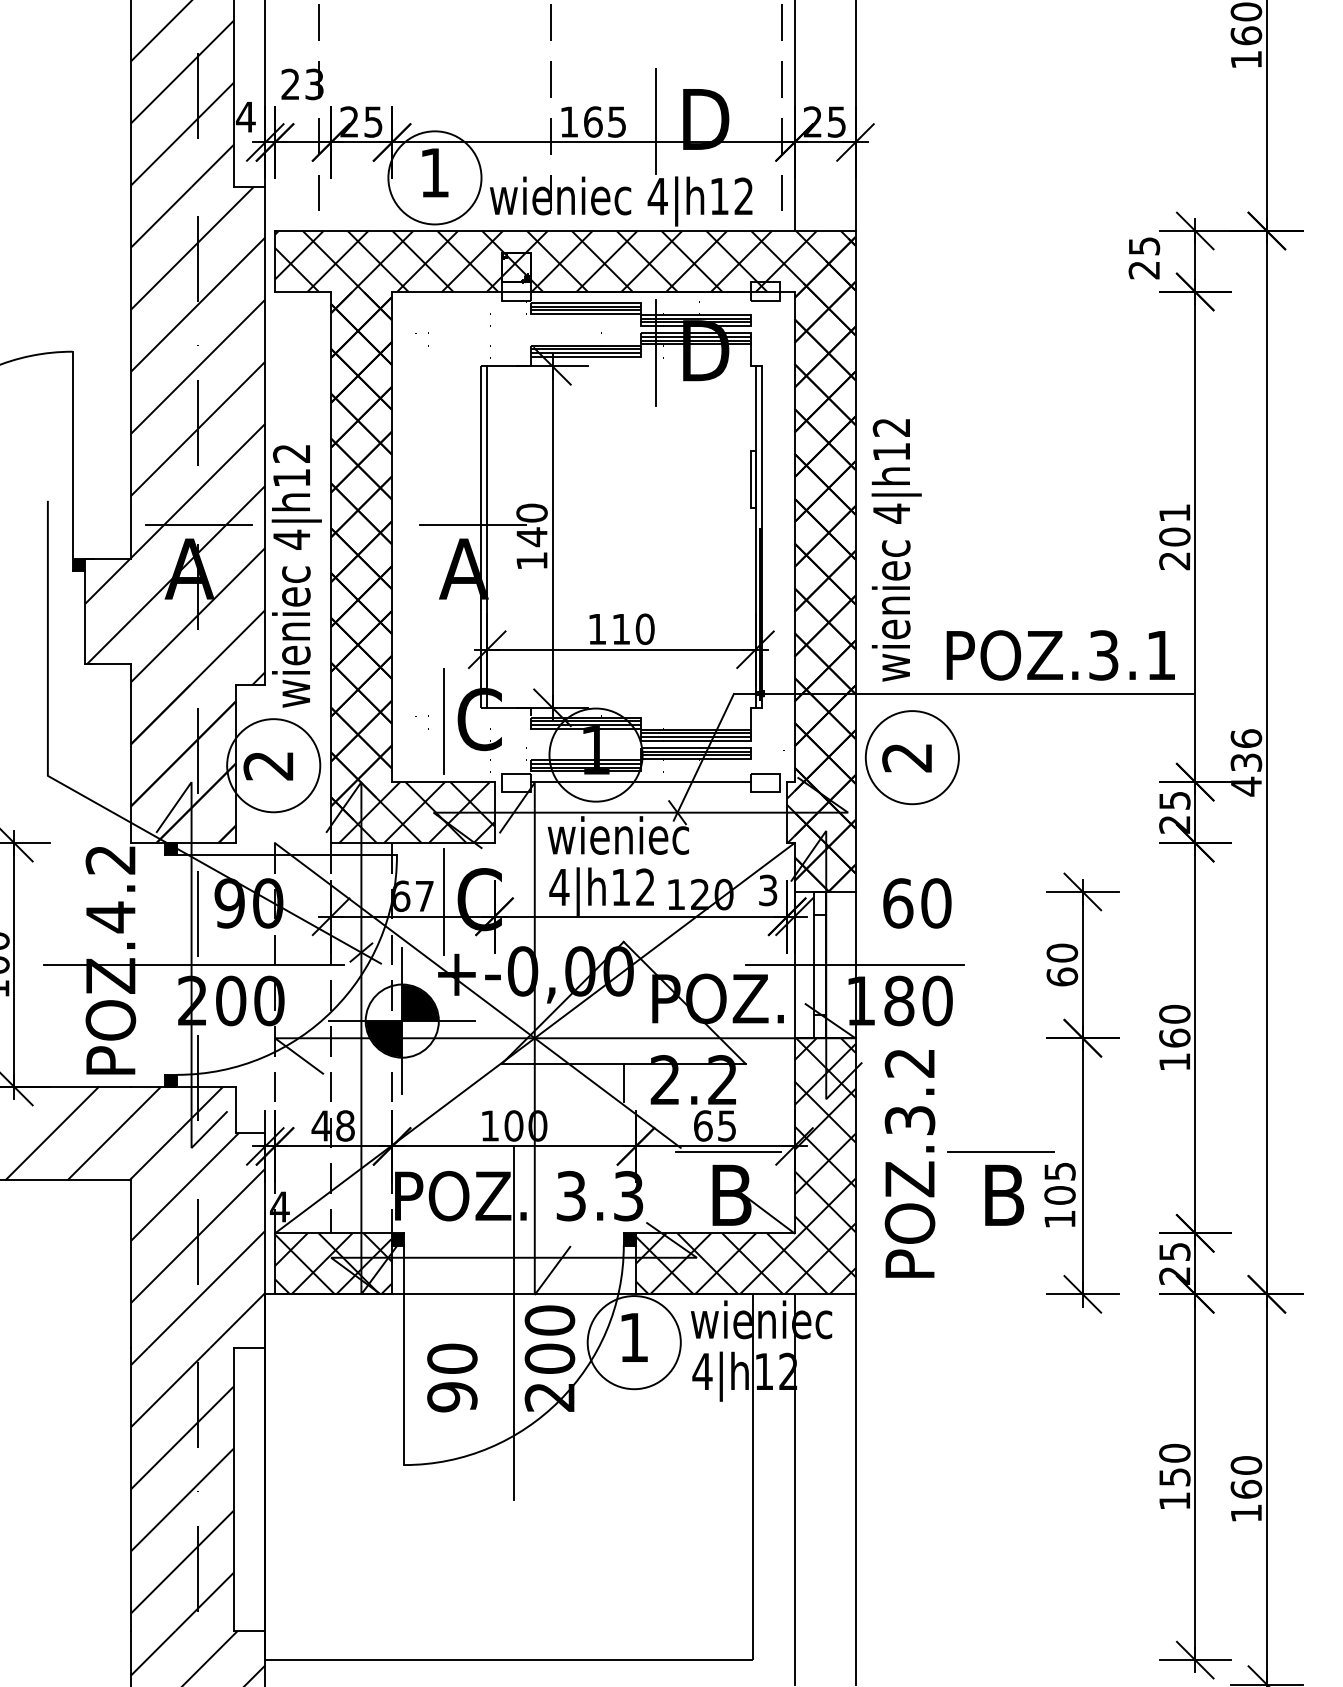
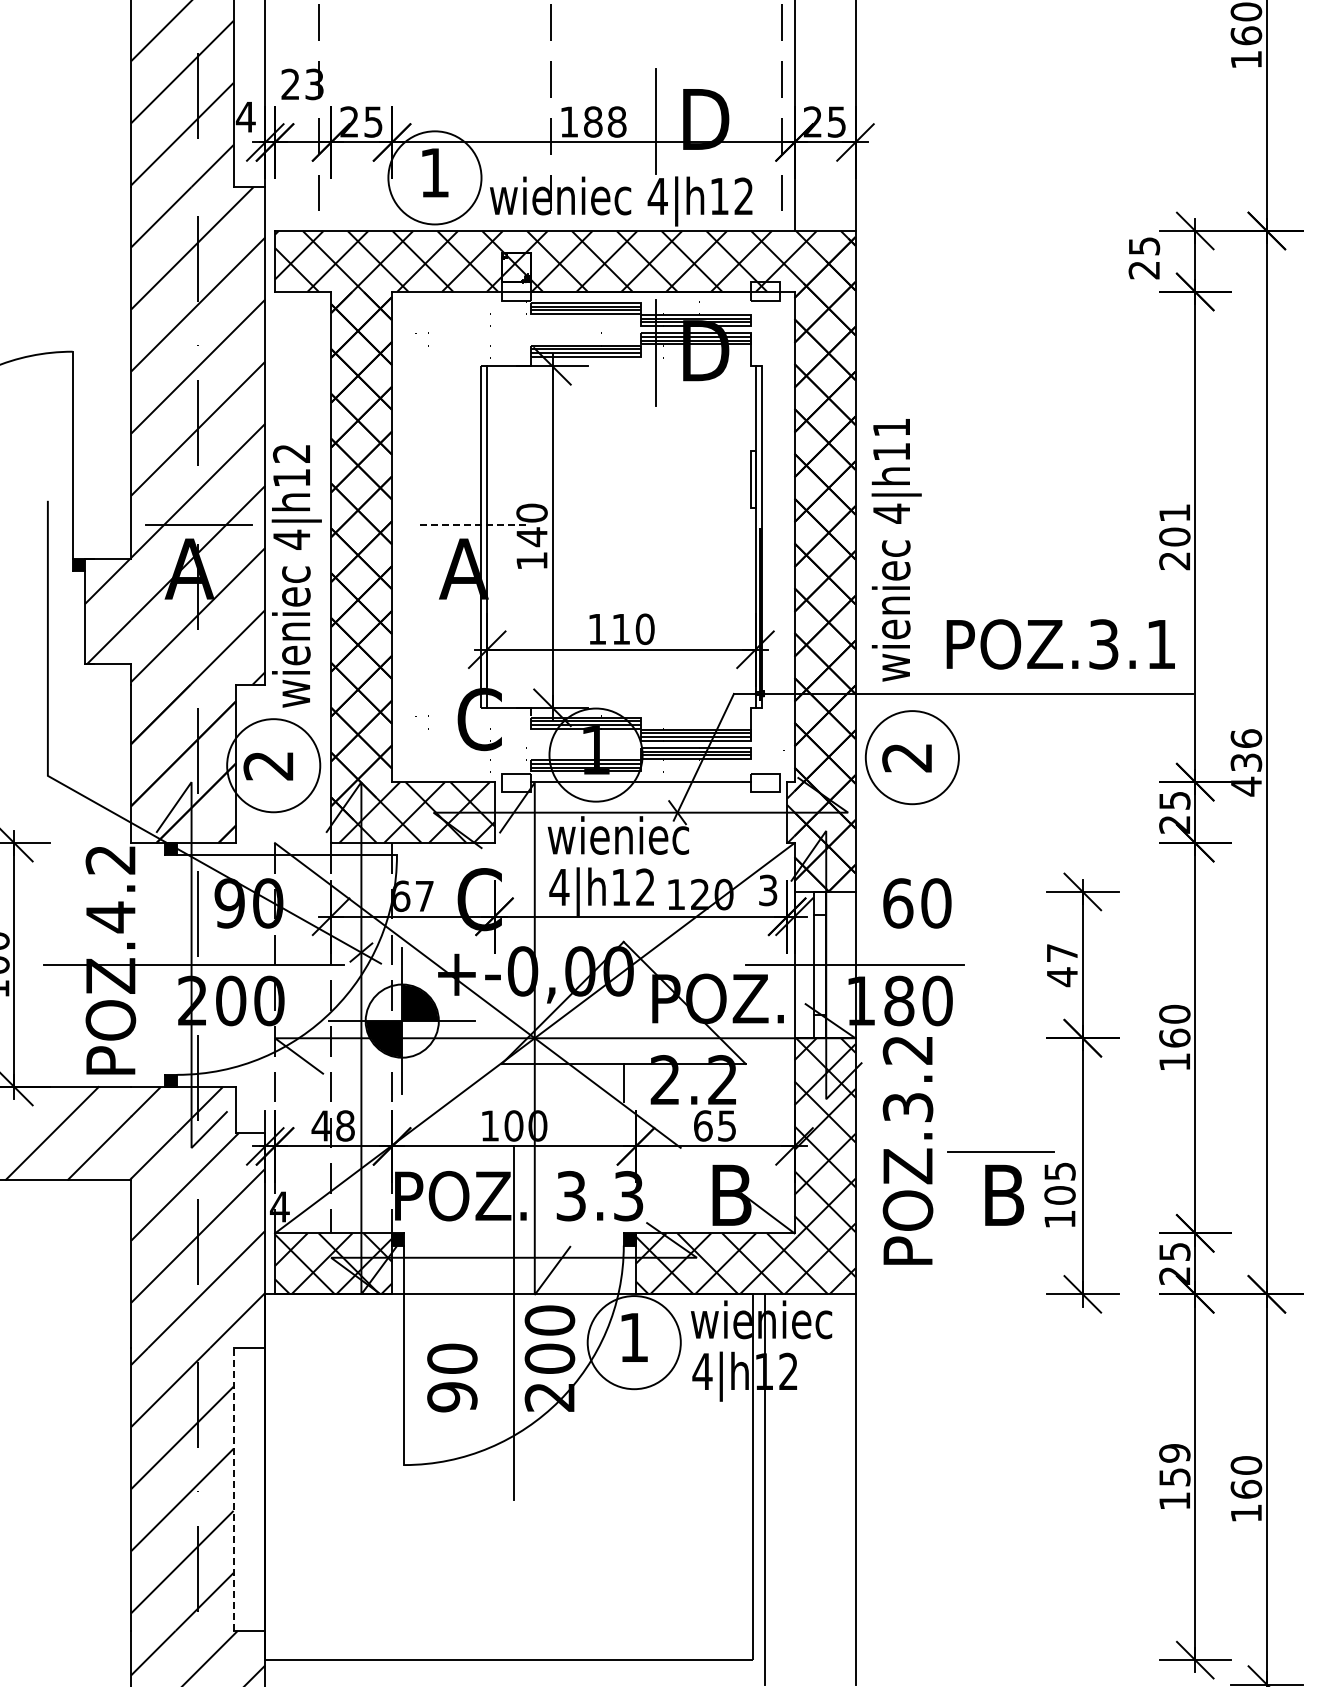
text at (605, 121): 165 -> 188
text at (890, 427): 4|h12 -> 4|h11
line at (472, 525): solid -> dashed
text at (1060, 655) position: (1060, 655) -> (1060, 644)
line at (443, 721): present -> none
line at (443, 901): present -> none
text at (1062, 965): 60 -> 47
line at (728, 1152): present -> none
text at (909, 1163) position: (909, 1163) -> (907, 1150)
text at (1174, 1452): 150 -> 159
line at (233, 1488): solid -> dashed
line at (794, 1488) position: (794, 1488) -> (764, 1488)
